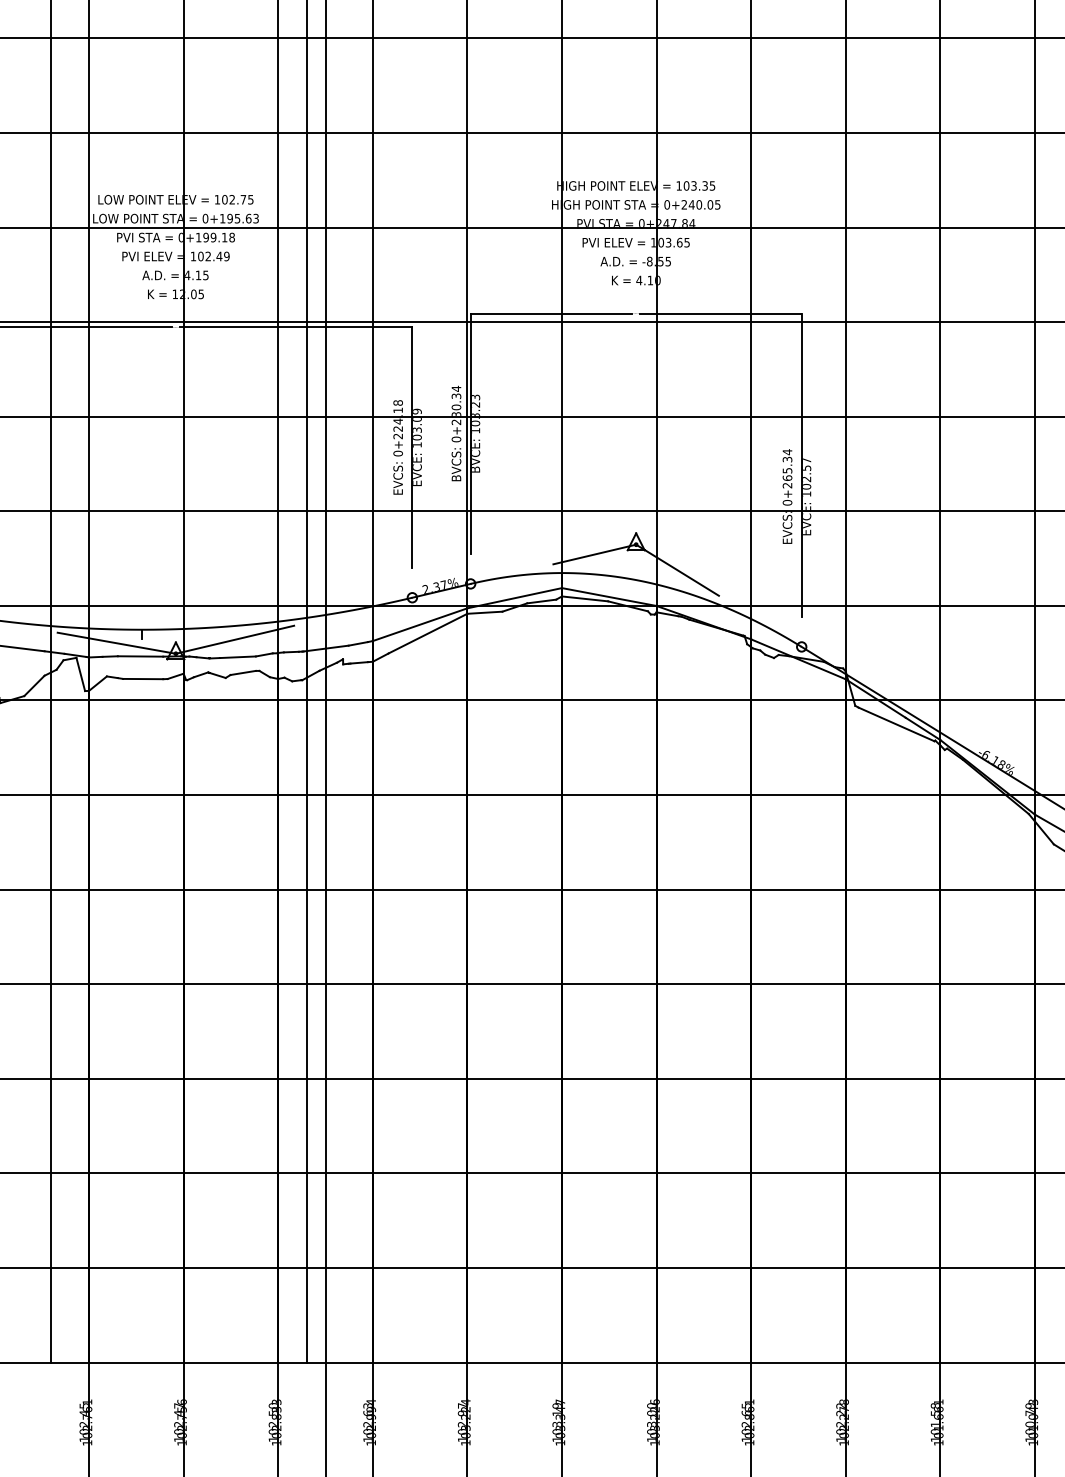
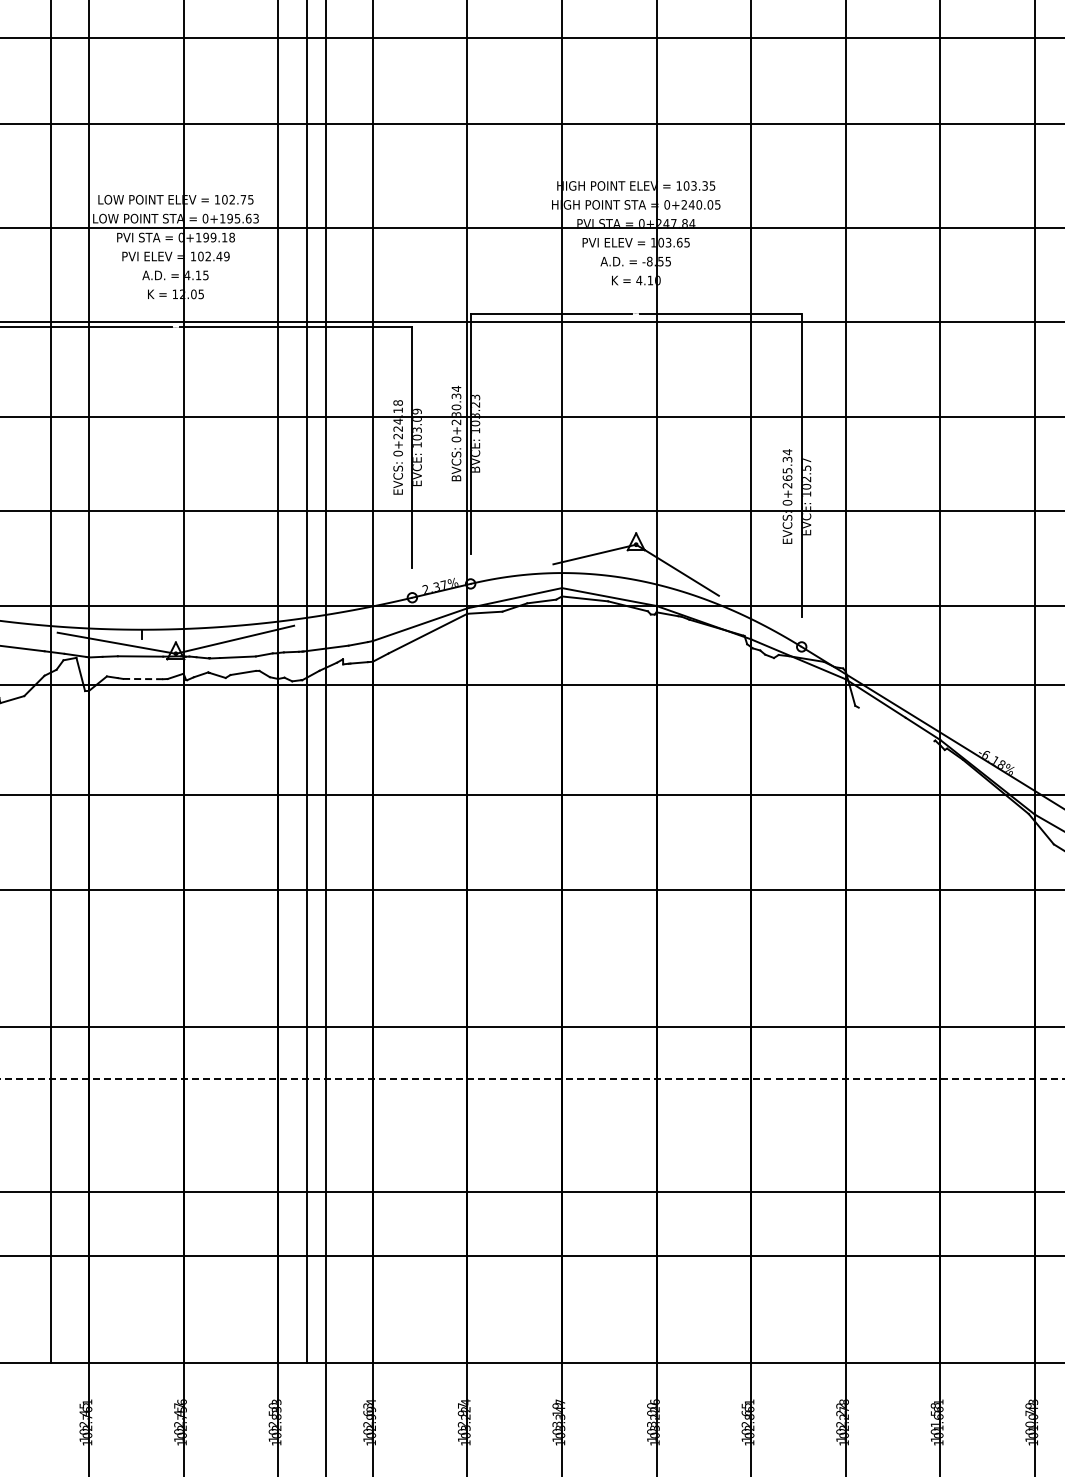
line at (531, 132) position: (531, 132) -> (531, 123)
line at (143, 679): solid -> dashed
line at (531, 700) position: (531, 700) -> (531, 685)
line at (896, 724): present -> none
line at (531, 984) position: (531, 984) -> (531, 1027)
line at (532, 1078): solid -> dashed
line at (531, 1173) position: (531, 1173) -> (531, 1192)
line at (531, 1267) position: (531, 1267) -> (531, 1255)
